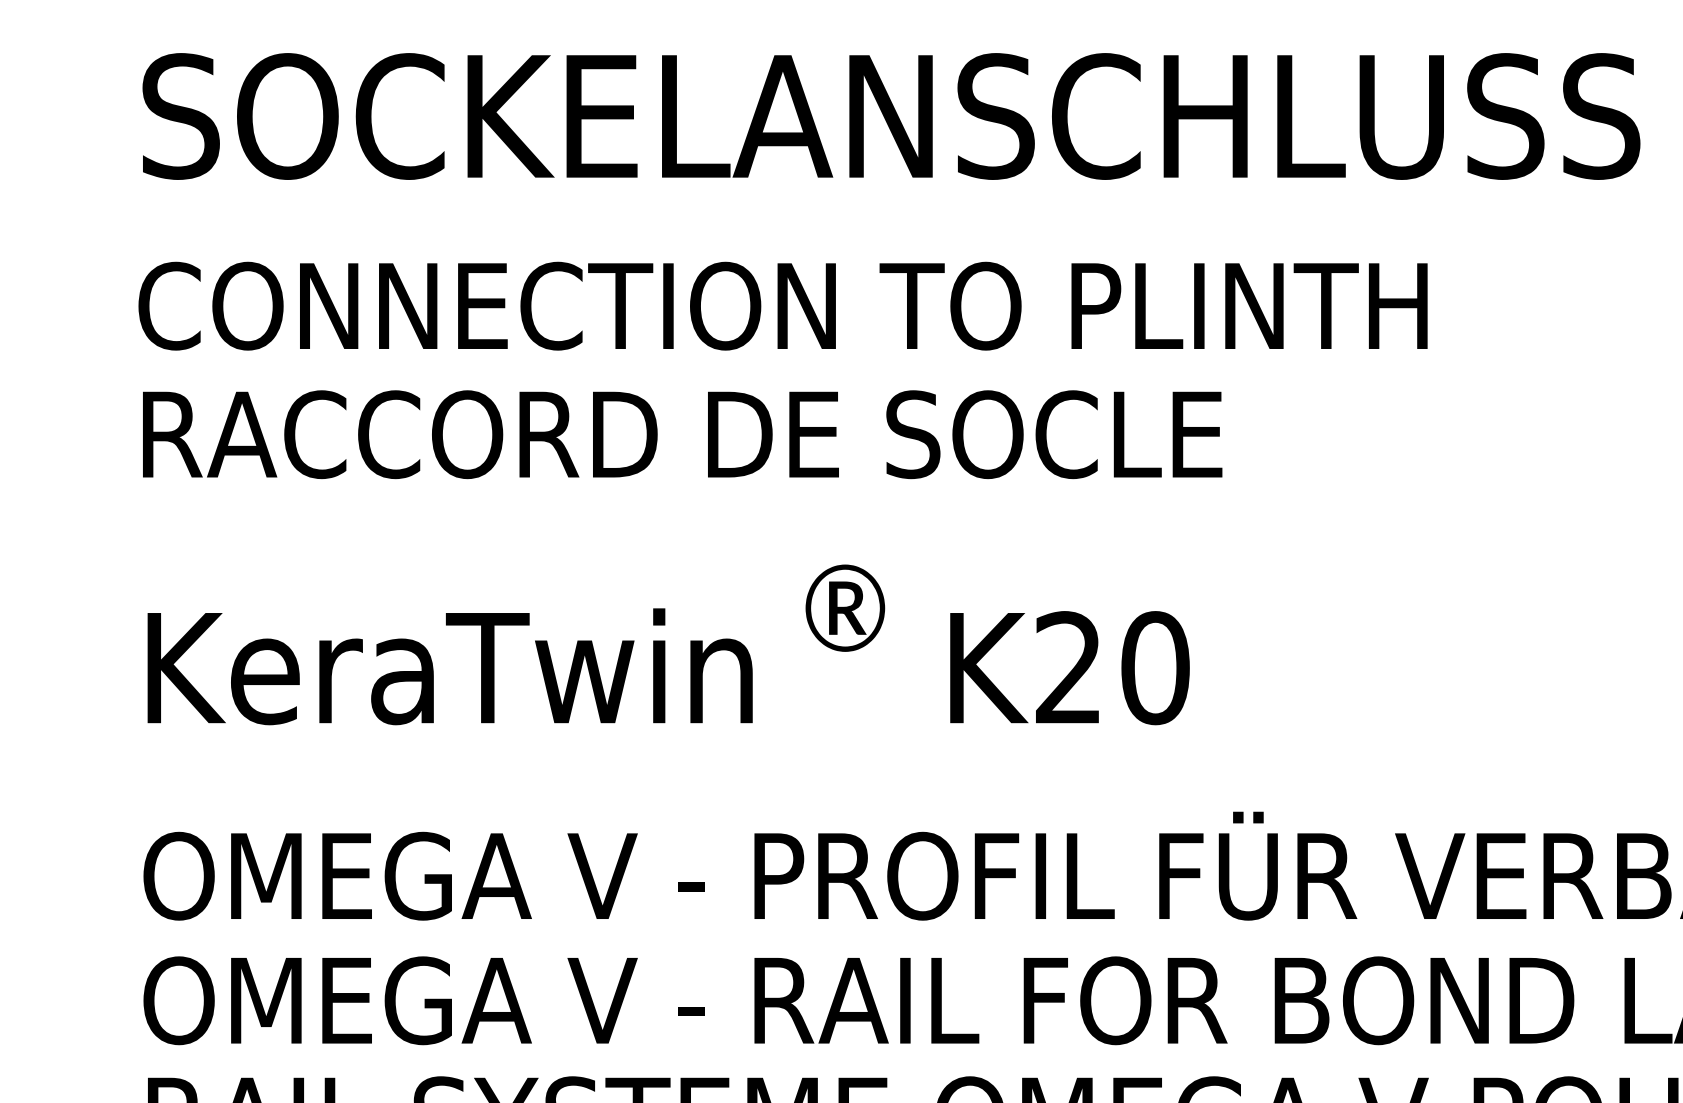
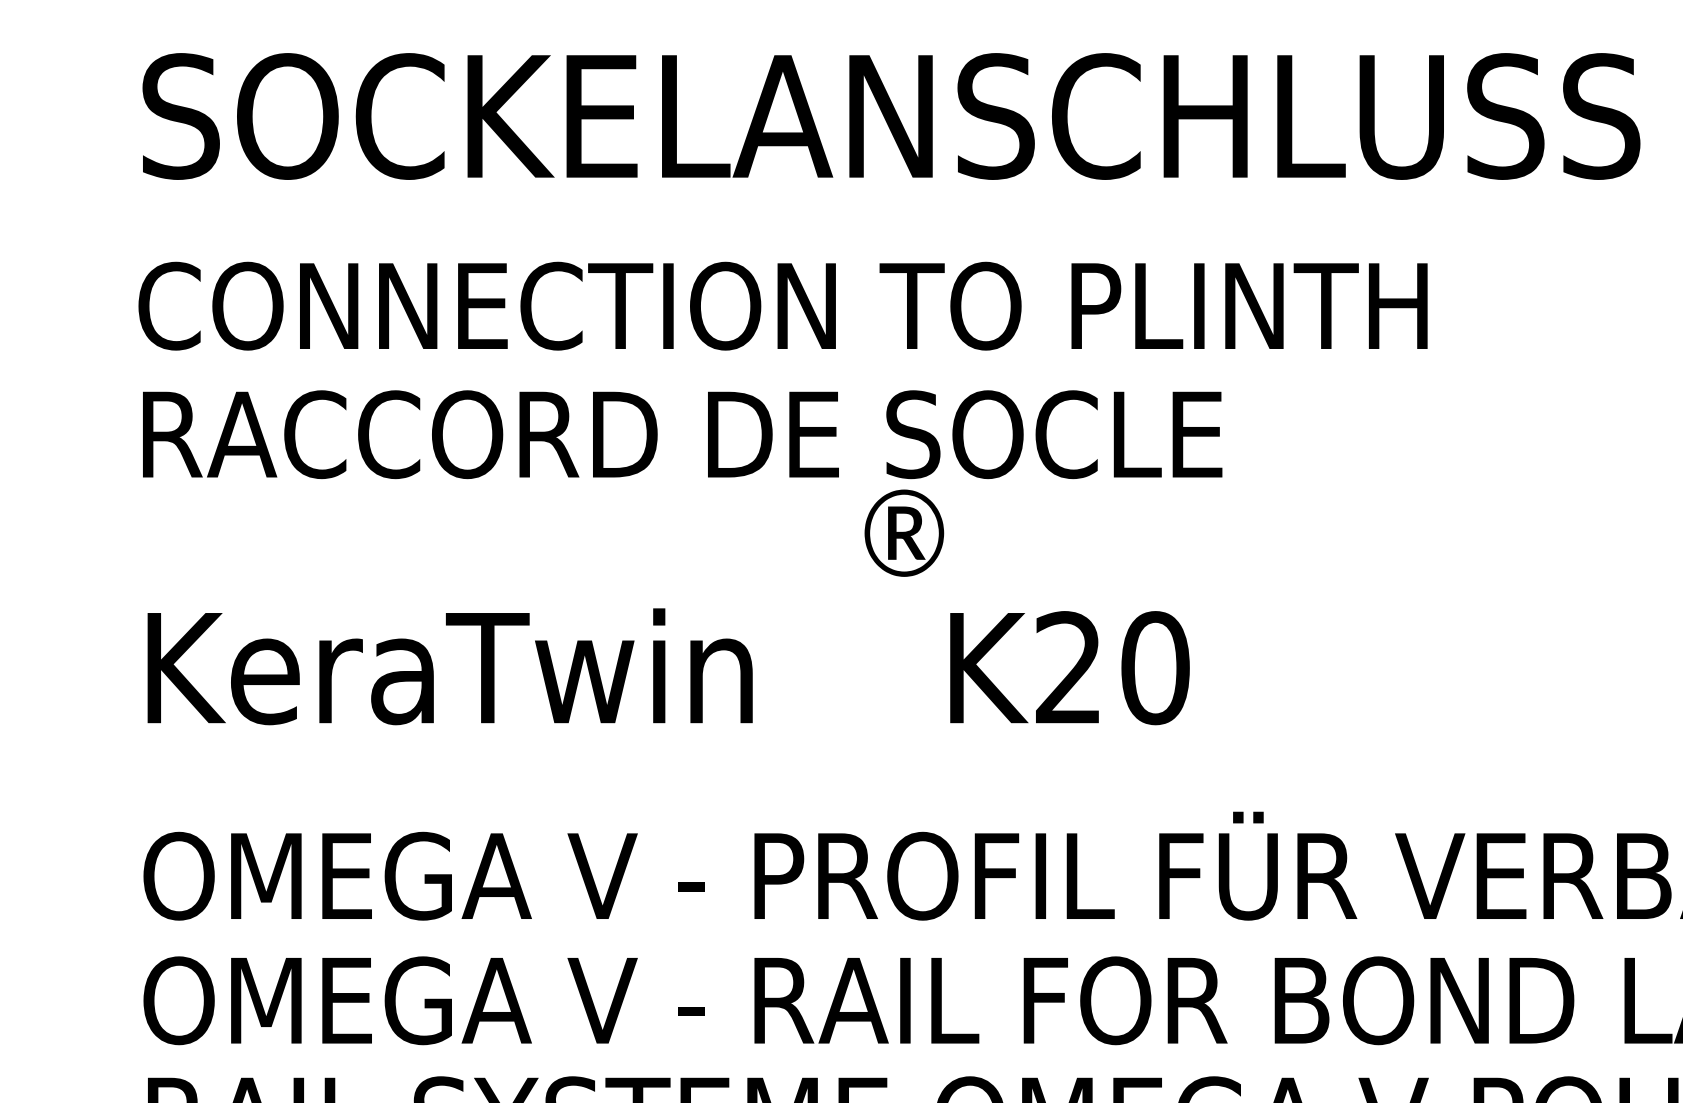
text at (845, 607) position: (845, 607) -> (904, 532)
